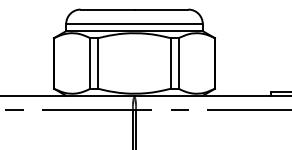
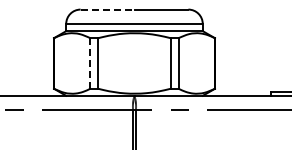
line at (107, 9): solid -> dashed
line at (90, 62): solid -> dashed
